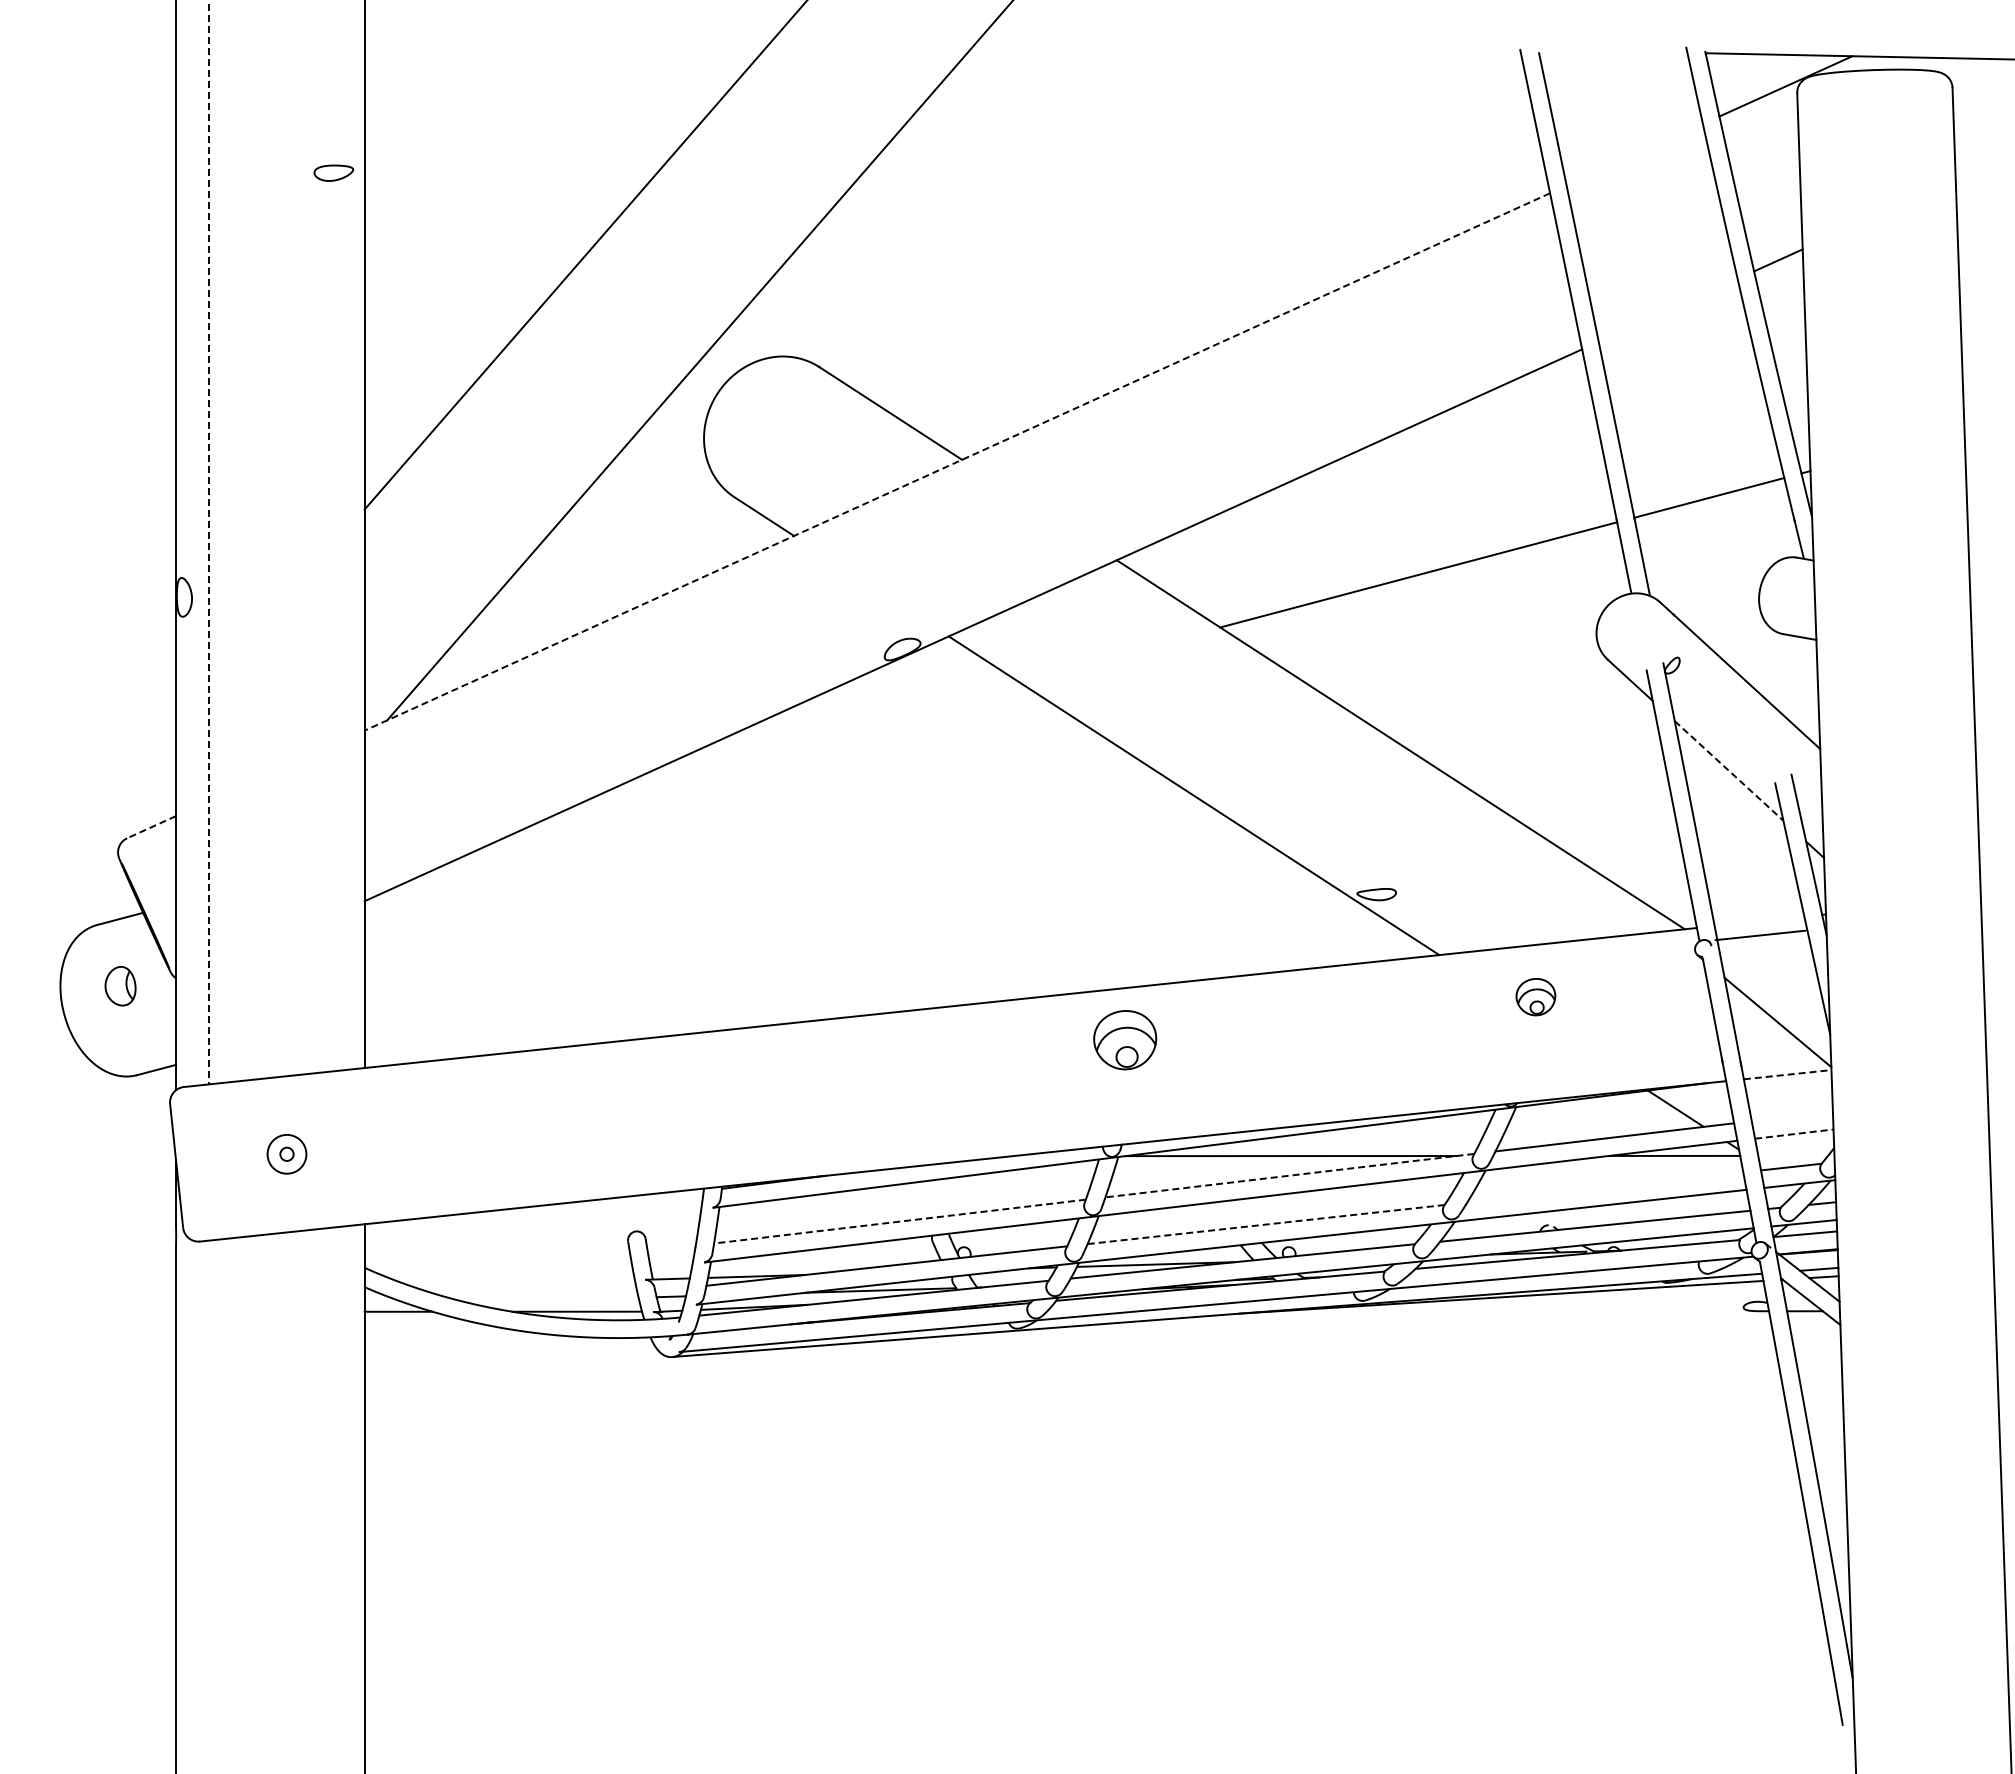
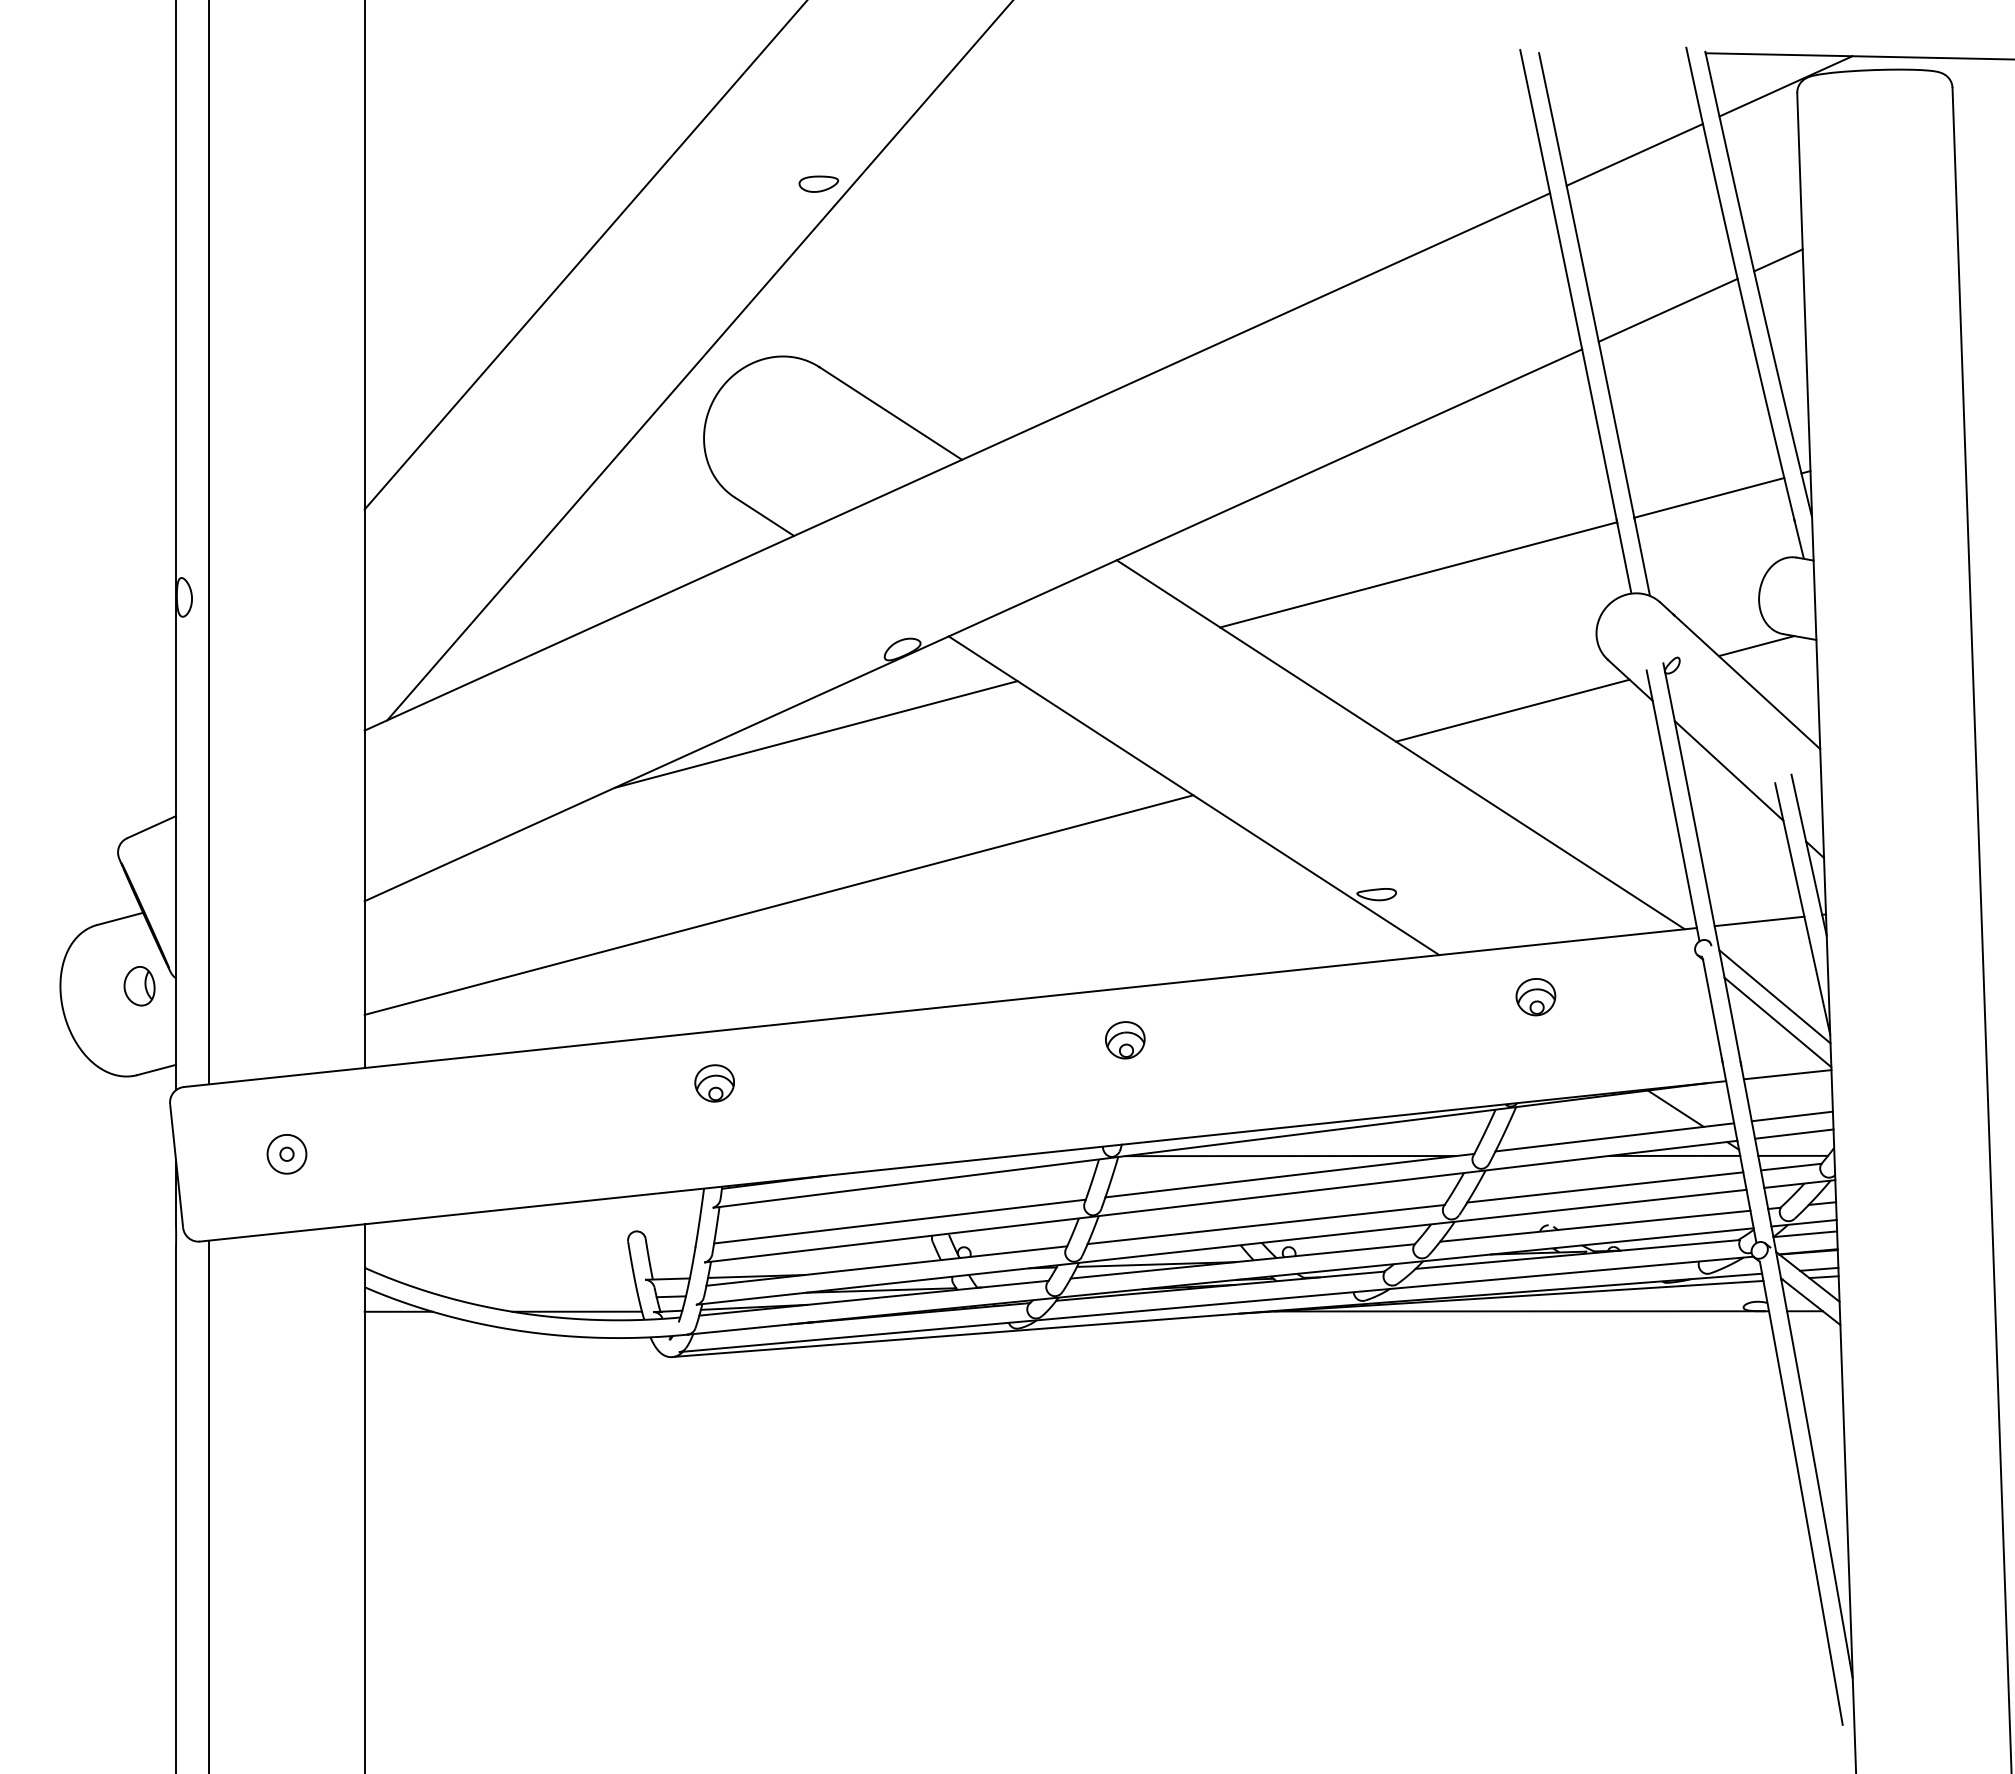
line at (1634, 154): none -> present
part at (333, 172) position: (333, 172) -> (818, 183)
line at (1667, 309): none -> present
line at (957, 461): dashed -> solid
line at (209, 542): dashed -> solid
line at (1756, 646): none -> present
line at (1512, 710): none -> present
line at (815, 734): none -> present
line at (1729, 770): dashed -> solid
line at (151, 827): dashed -> solid
line at (778, 904): none -> present
line at (1760, 935) position: (1760, 935) -> (1759, 921)
part at (120, 986) position: (120, 986) -> (139, 986)
line at (1774, 996): none -> present
part at (1125, 1040) size: 65x61 px -> 41x39 px
line at (1788, 1074): dashed -> solid
part at (714, 1083): none -> present
line at (1791, 1116): none -> present
line at (1794, 1134): dashed -> solid
line at (1792, 1155): none -> present
line at (1289, 1175): dashed -> solid
line at (1605, 1187): none -> present
line at (899, 1221): dashed -> solid
line at (1266, 1224): dashed -> solid
line at (1519, 1311): none -> present
line at (209, 1505): none -> present
